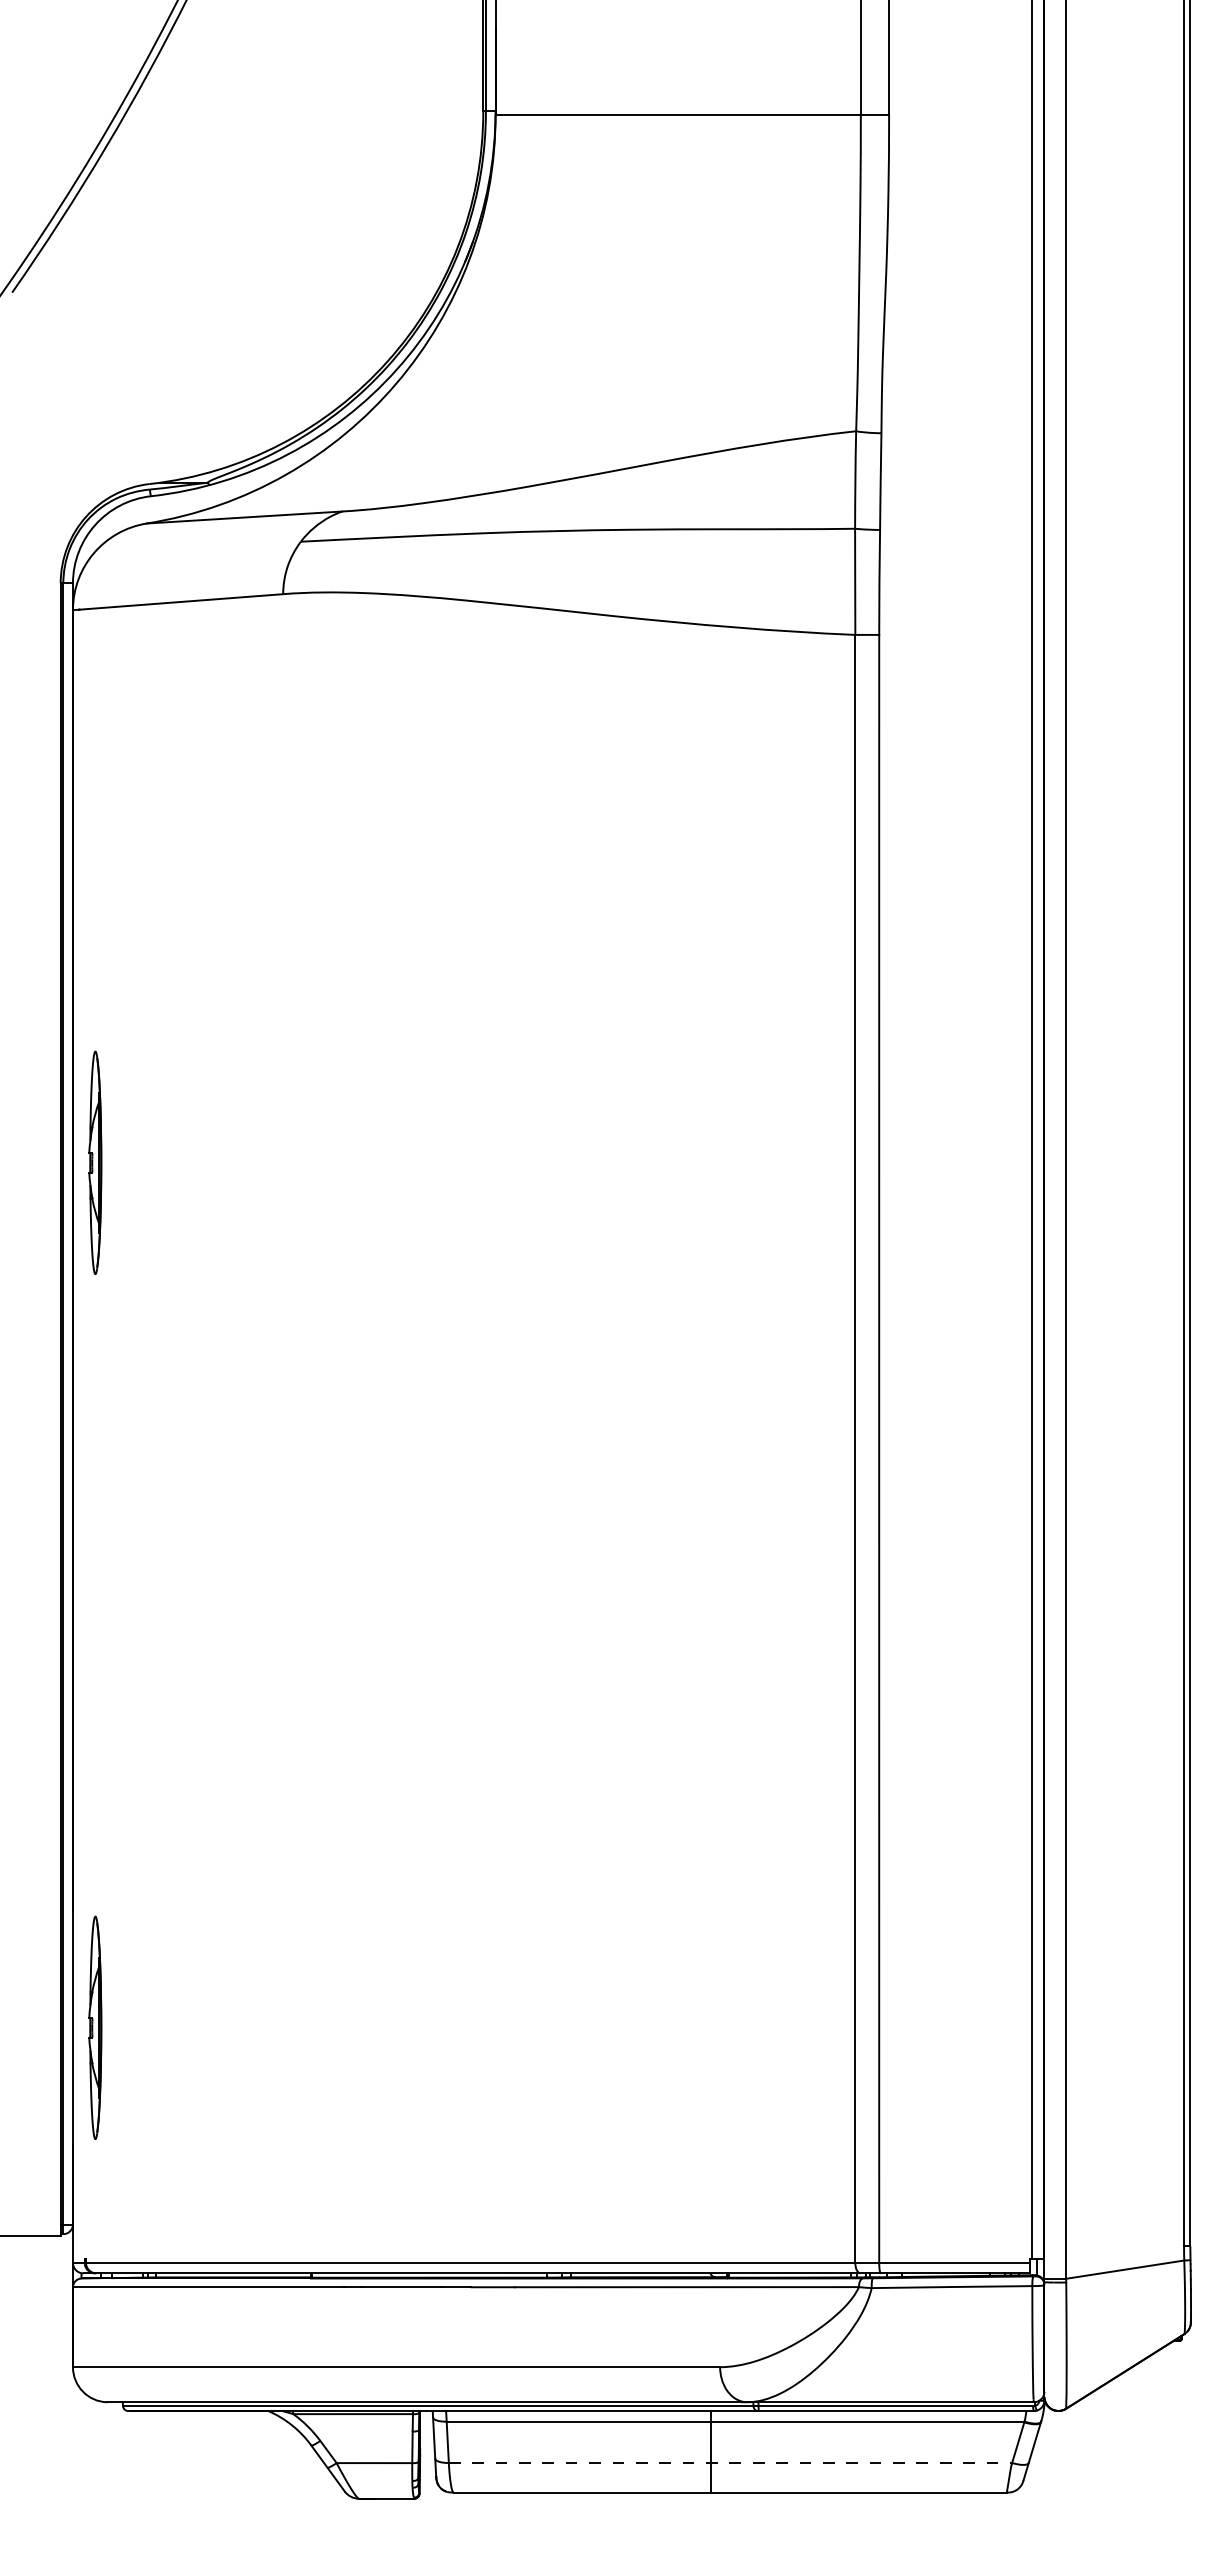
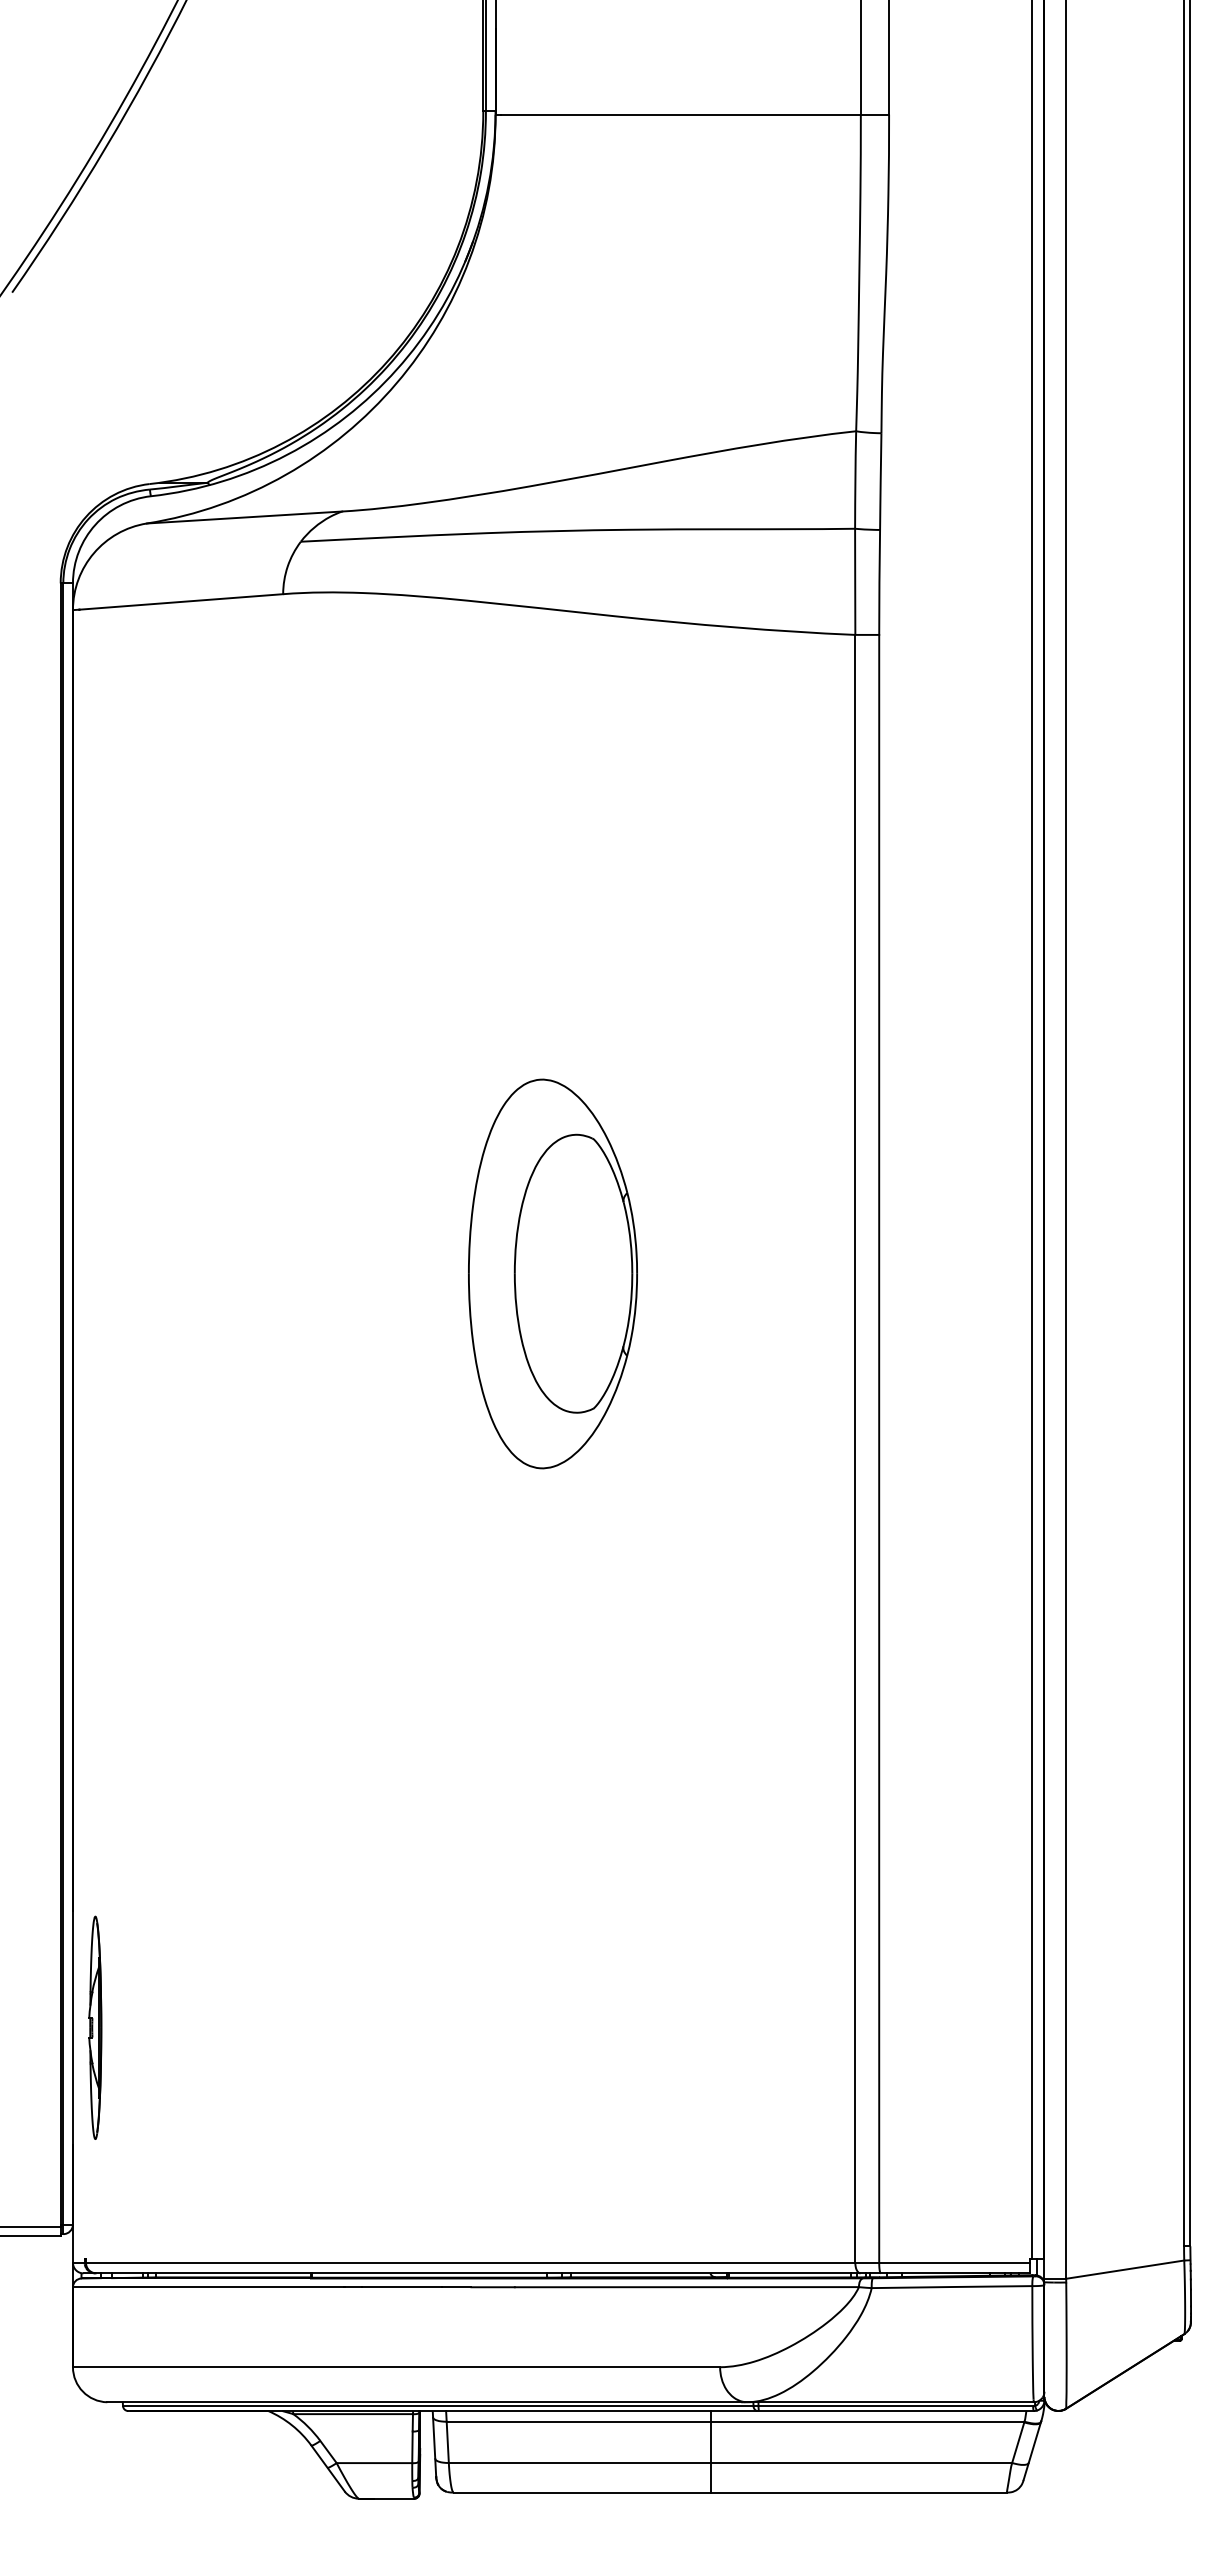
part at (95, 1162): present -> none
part at (552, 1273): none -> present
line at (31, 2227): none -> present
line at (730, 2463): dashed -> solid
